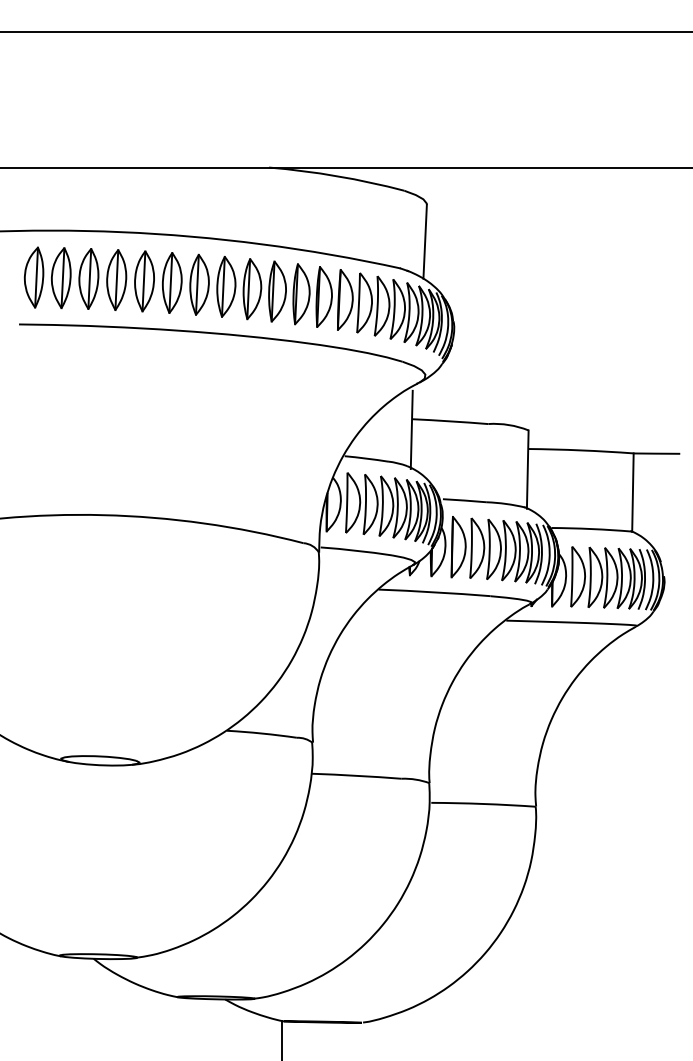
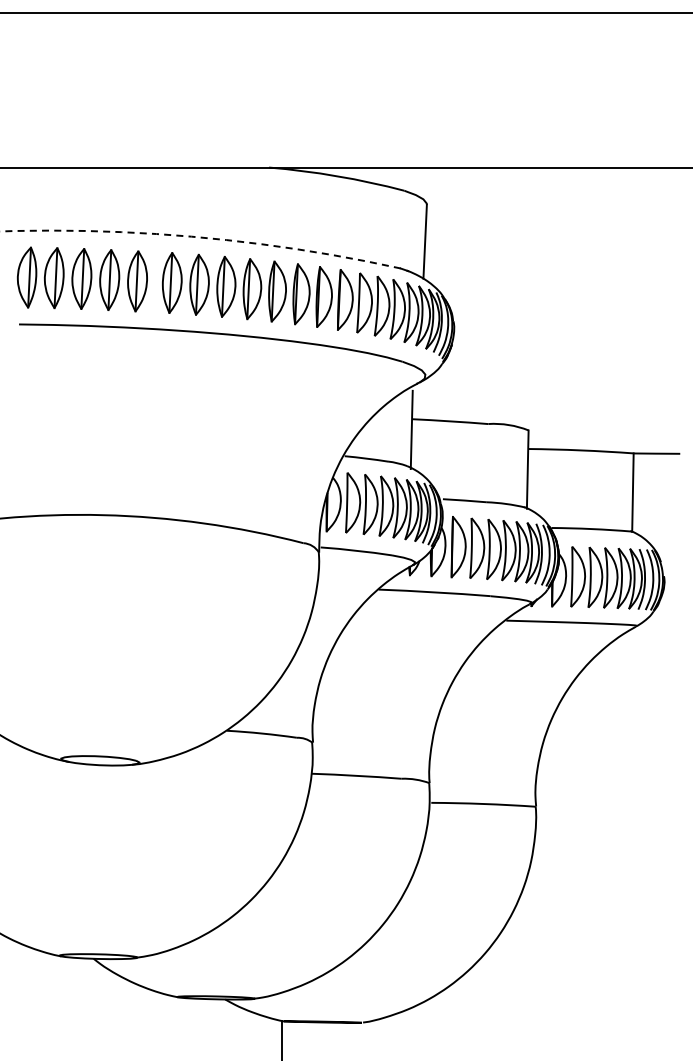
line at (345, 31) position: (345, 31) -> (345, 12)
arc at (200, 237): solid -> dashed
part at (88, 279) position: (88, 279) -> (81, 279)
